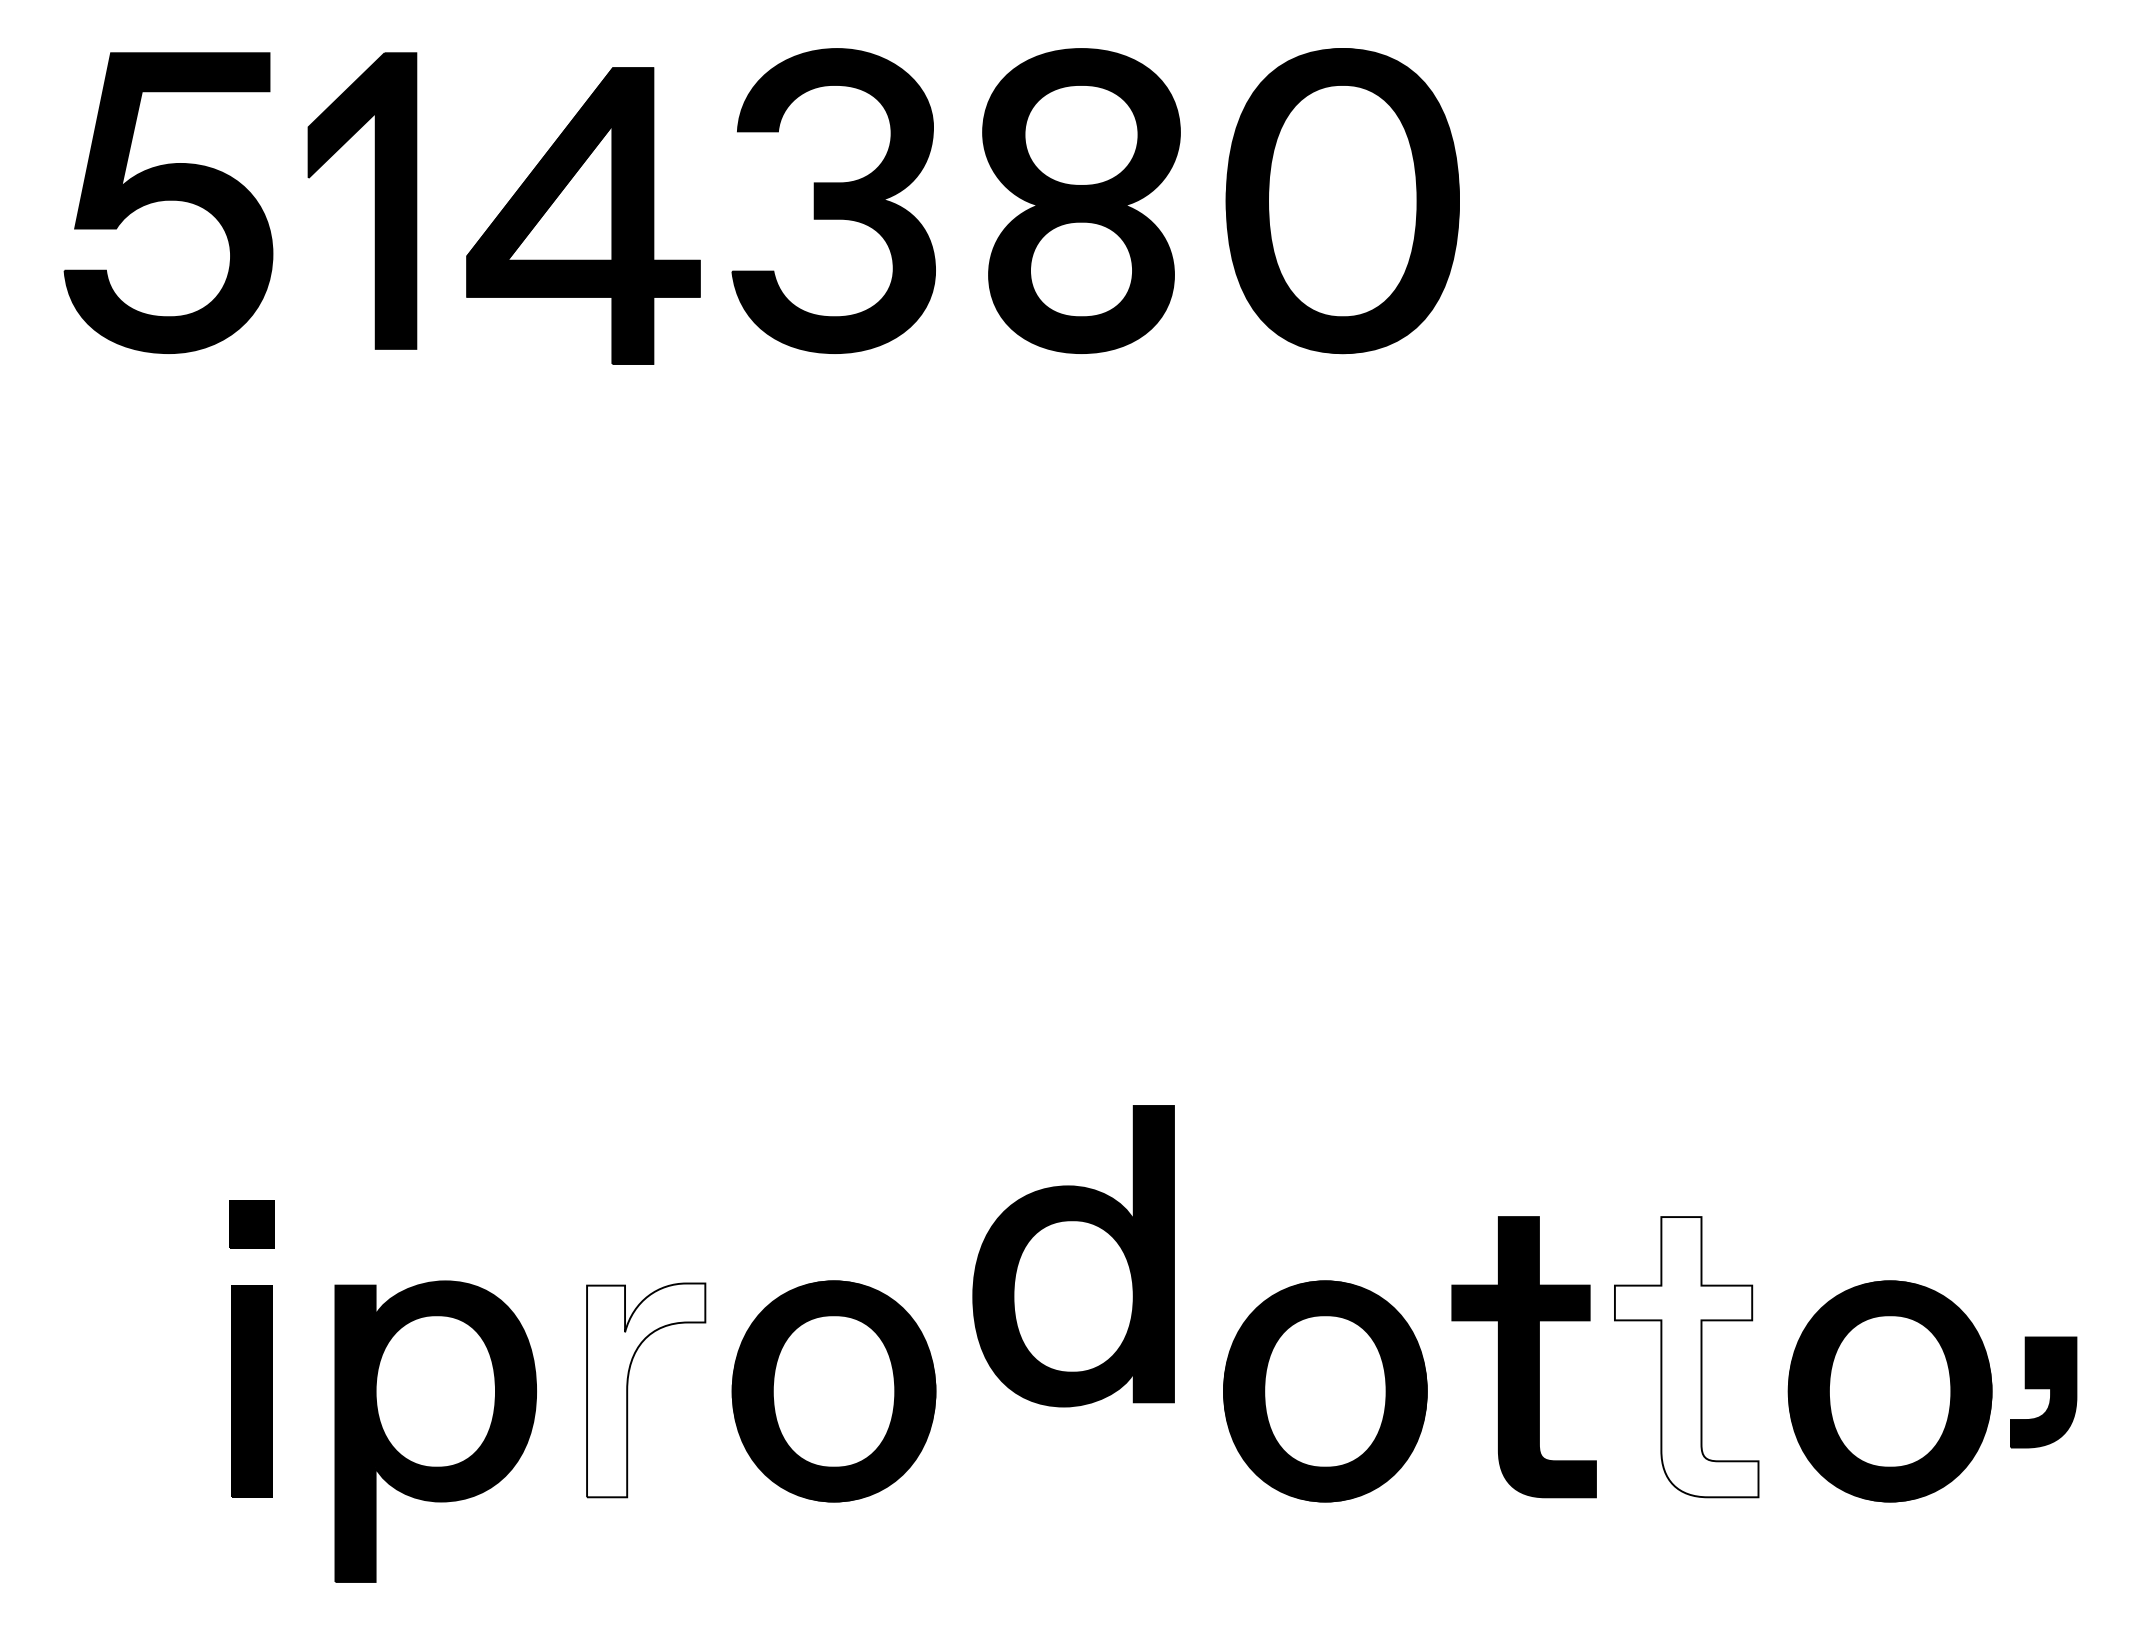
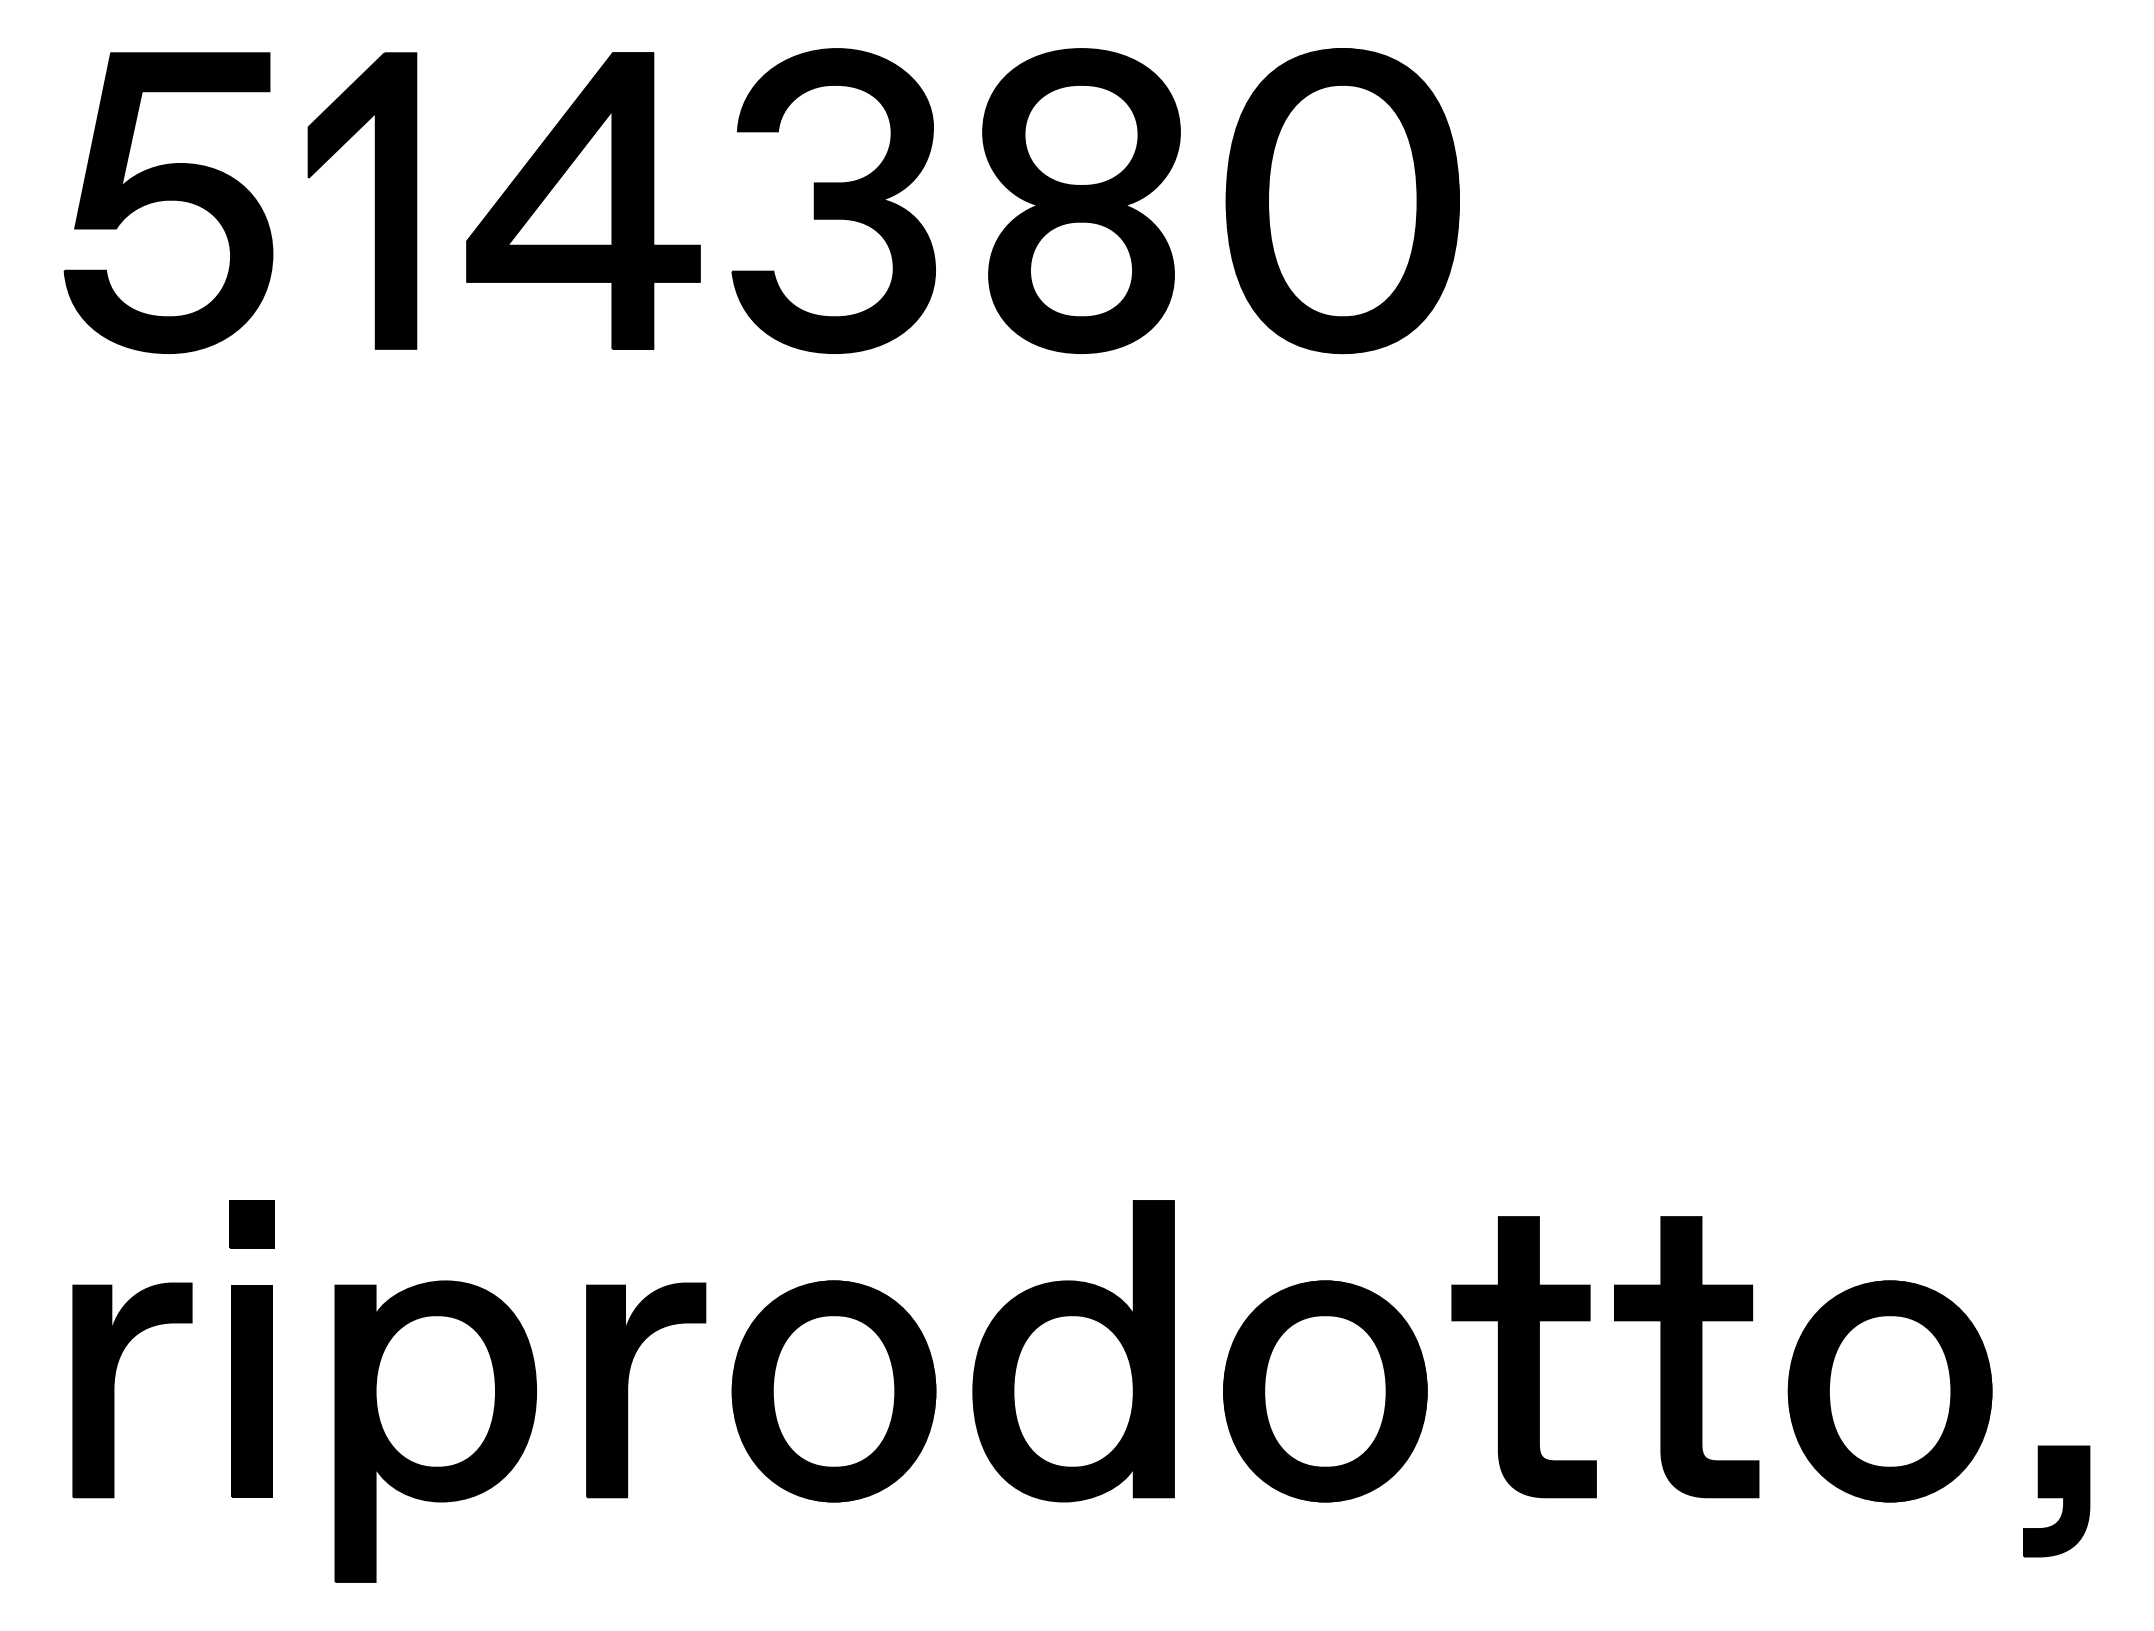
part at (583, 215) position: (583, 215) -> (583, 200)
part at (1073, 1256) position: (1073, 1256) -> (1073, 1351)
fill at (1686, 1357): none -> present
part at (114, 1390): none -> present
fill at (646, 1390): none -> present
part at (2043, 1392) position: (2043, 1392) -> (2056, 1501)
